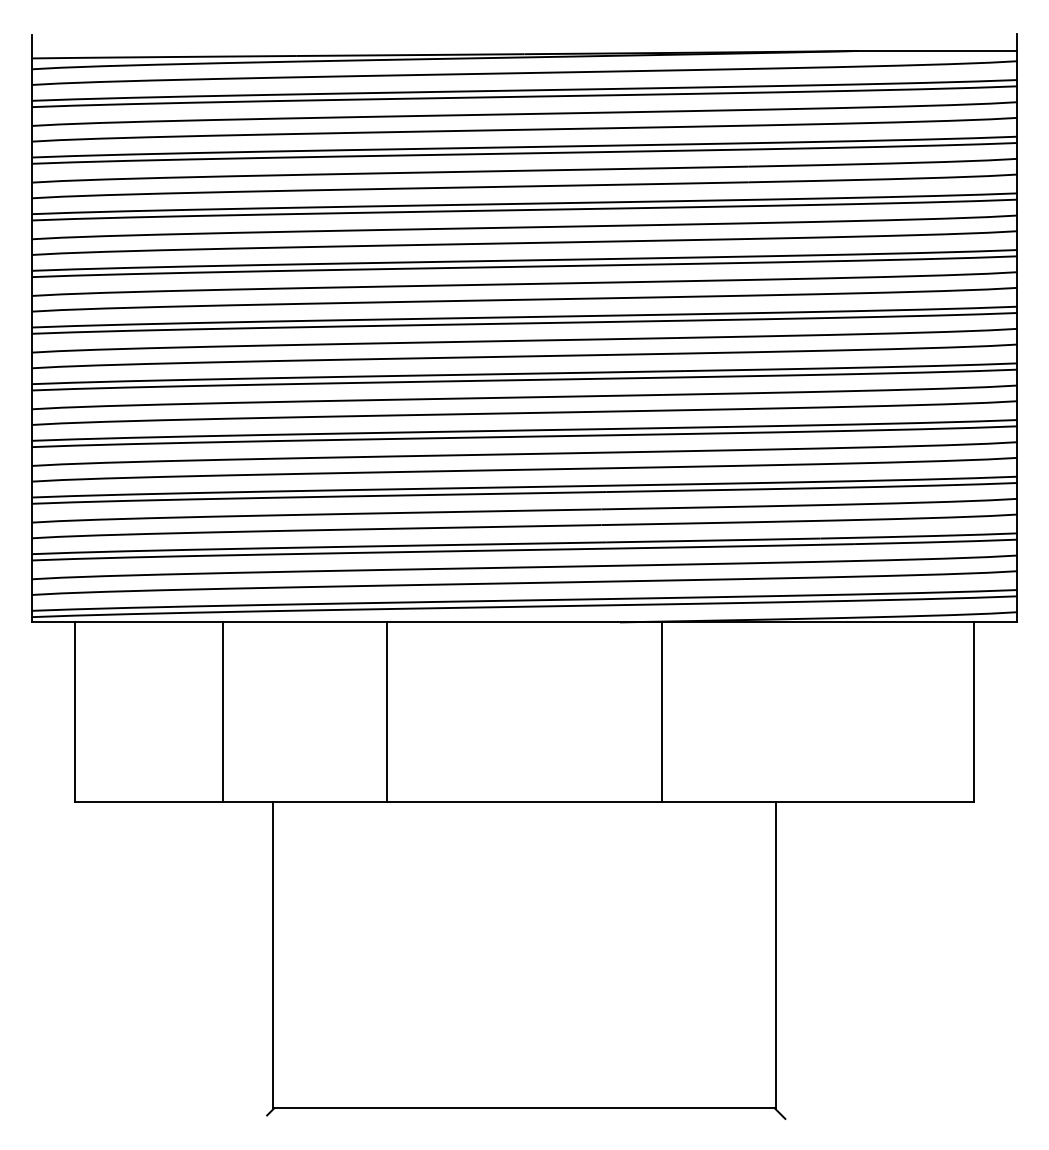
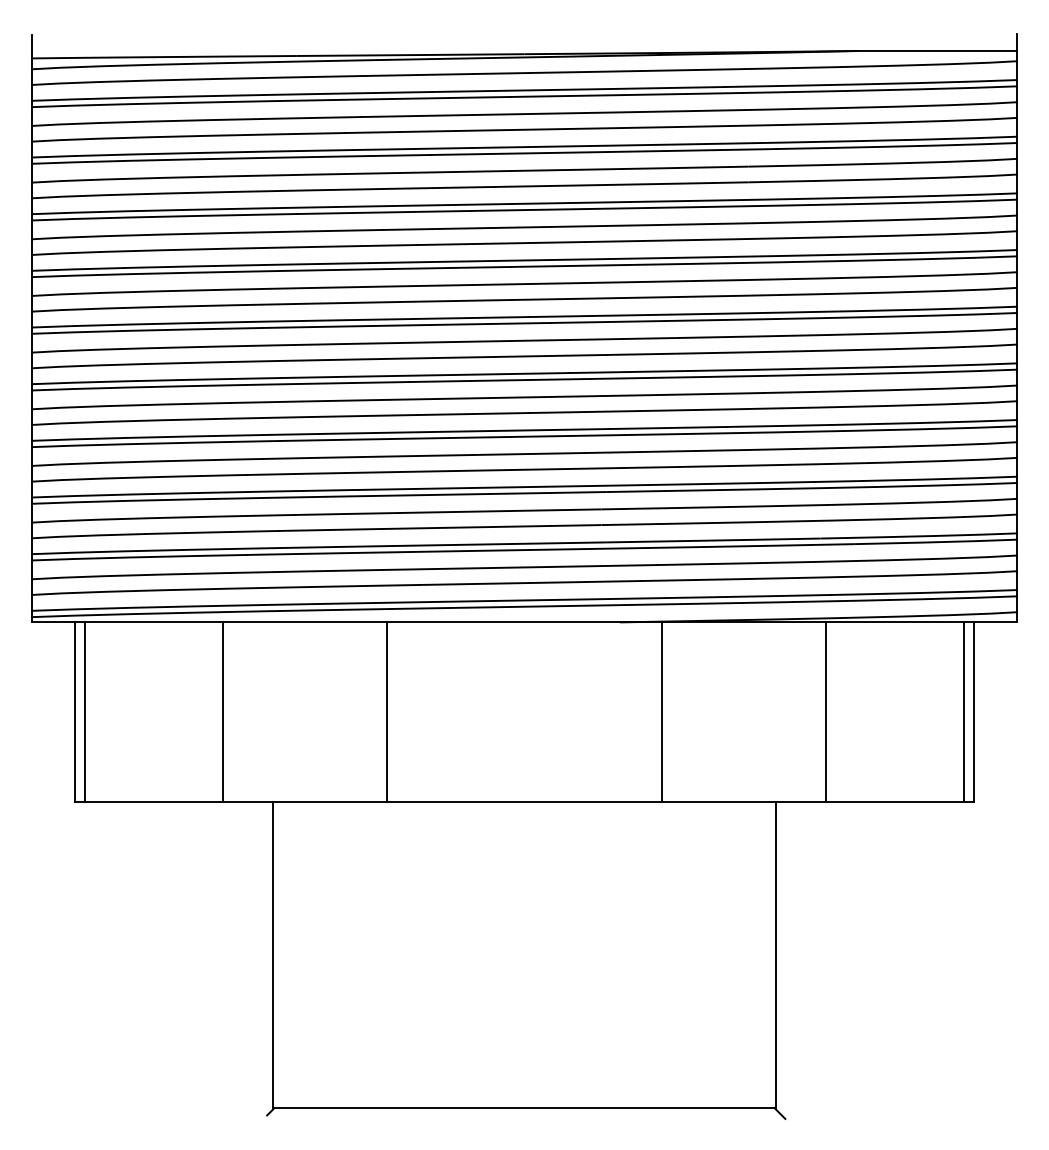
line at (84, 712): none -> present
line at (826, 712): none -> present
line at (964, 712): none -> present
